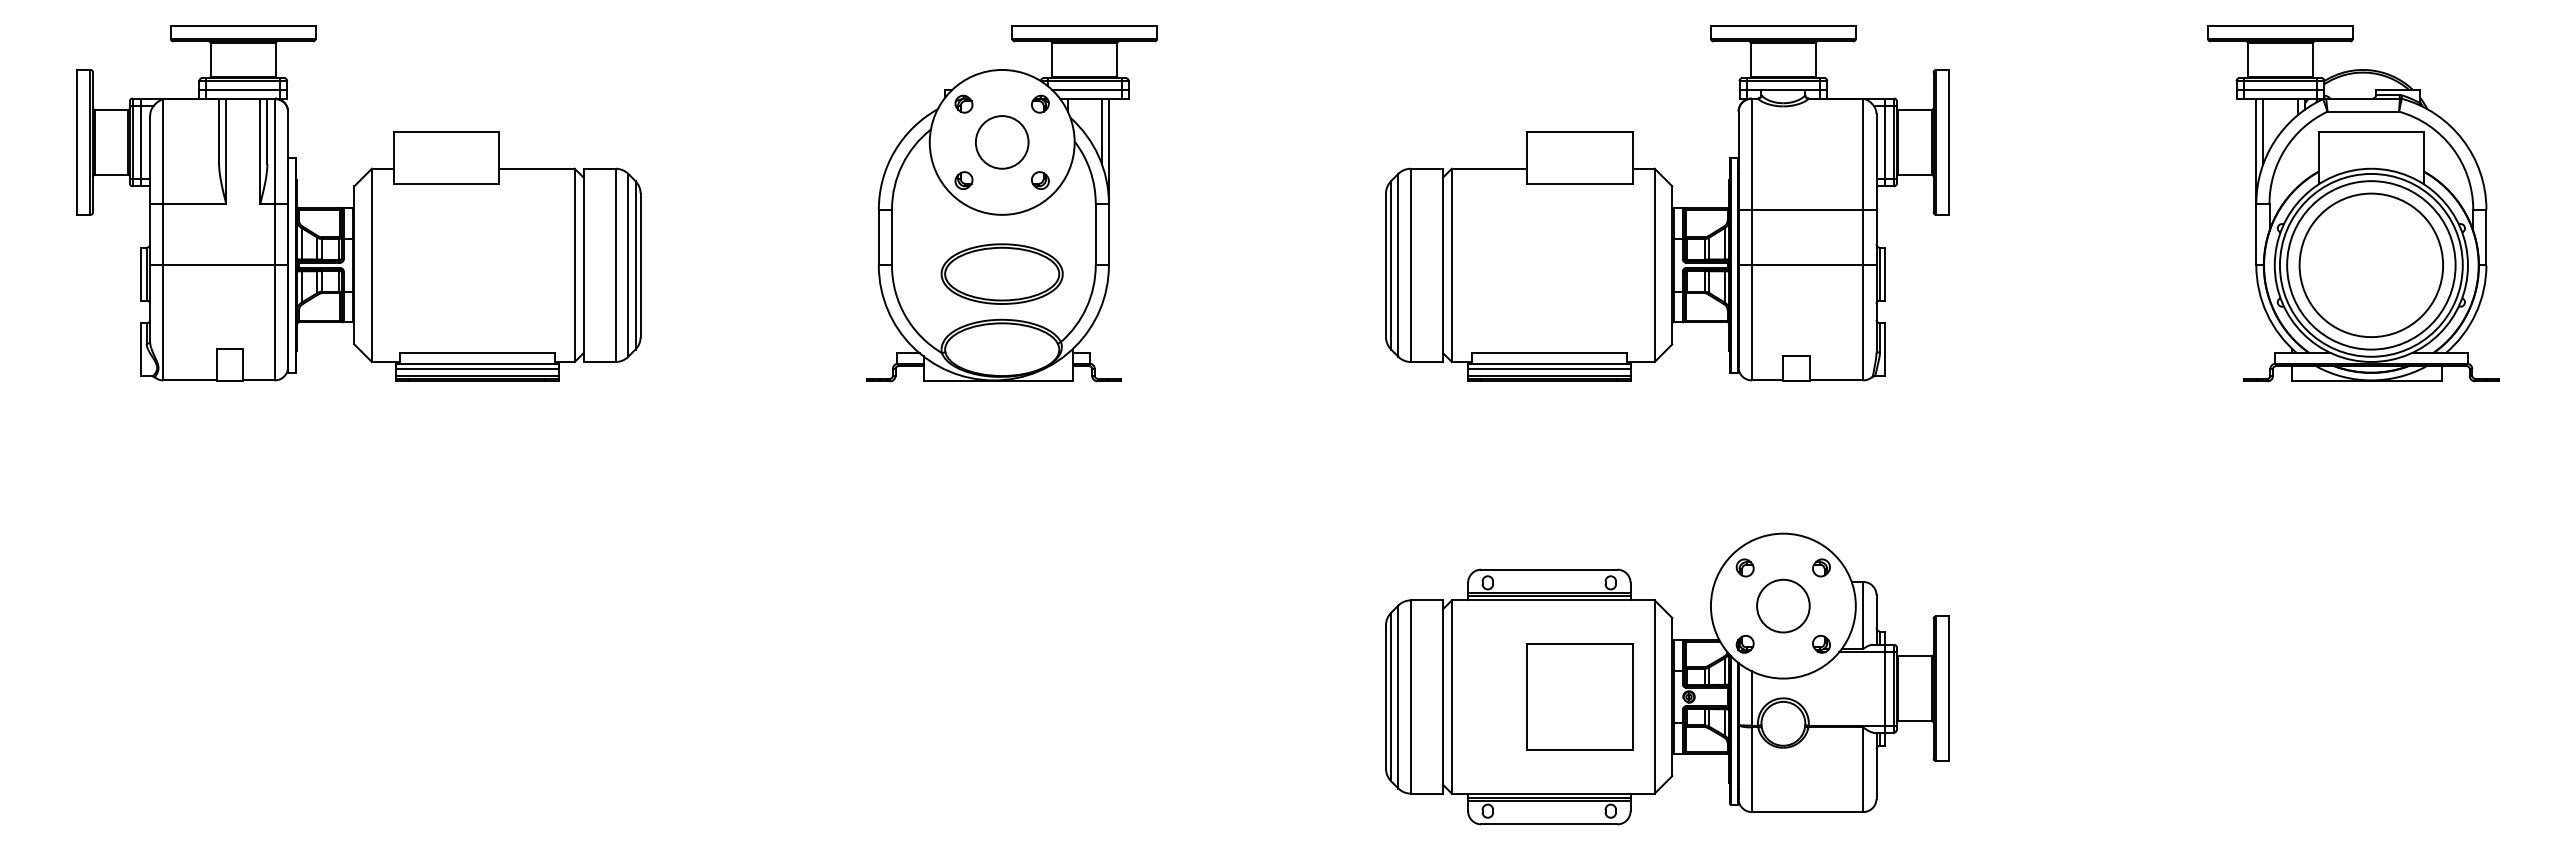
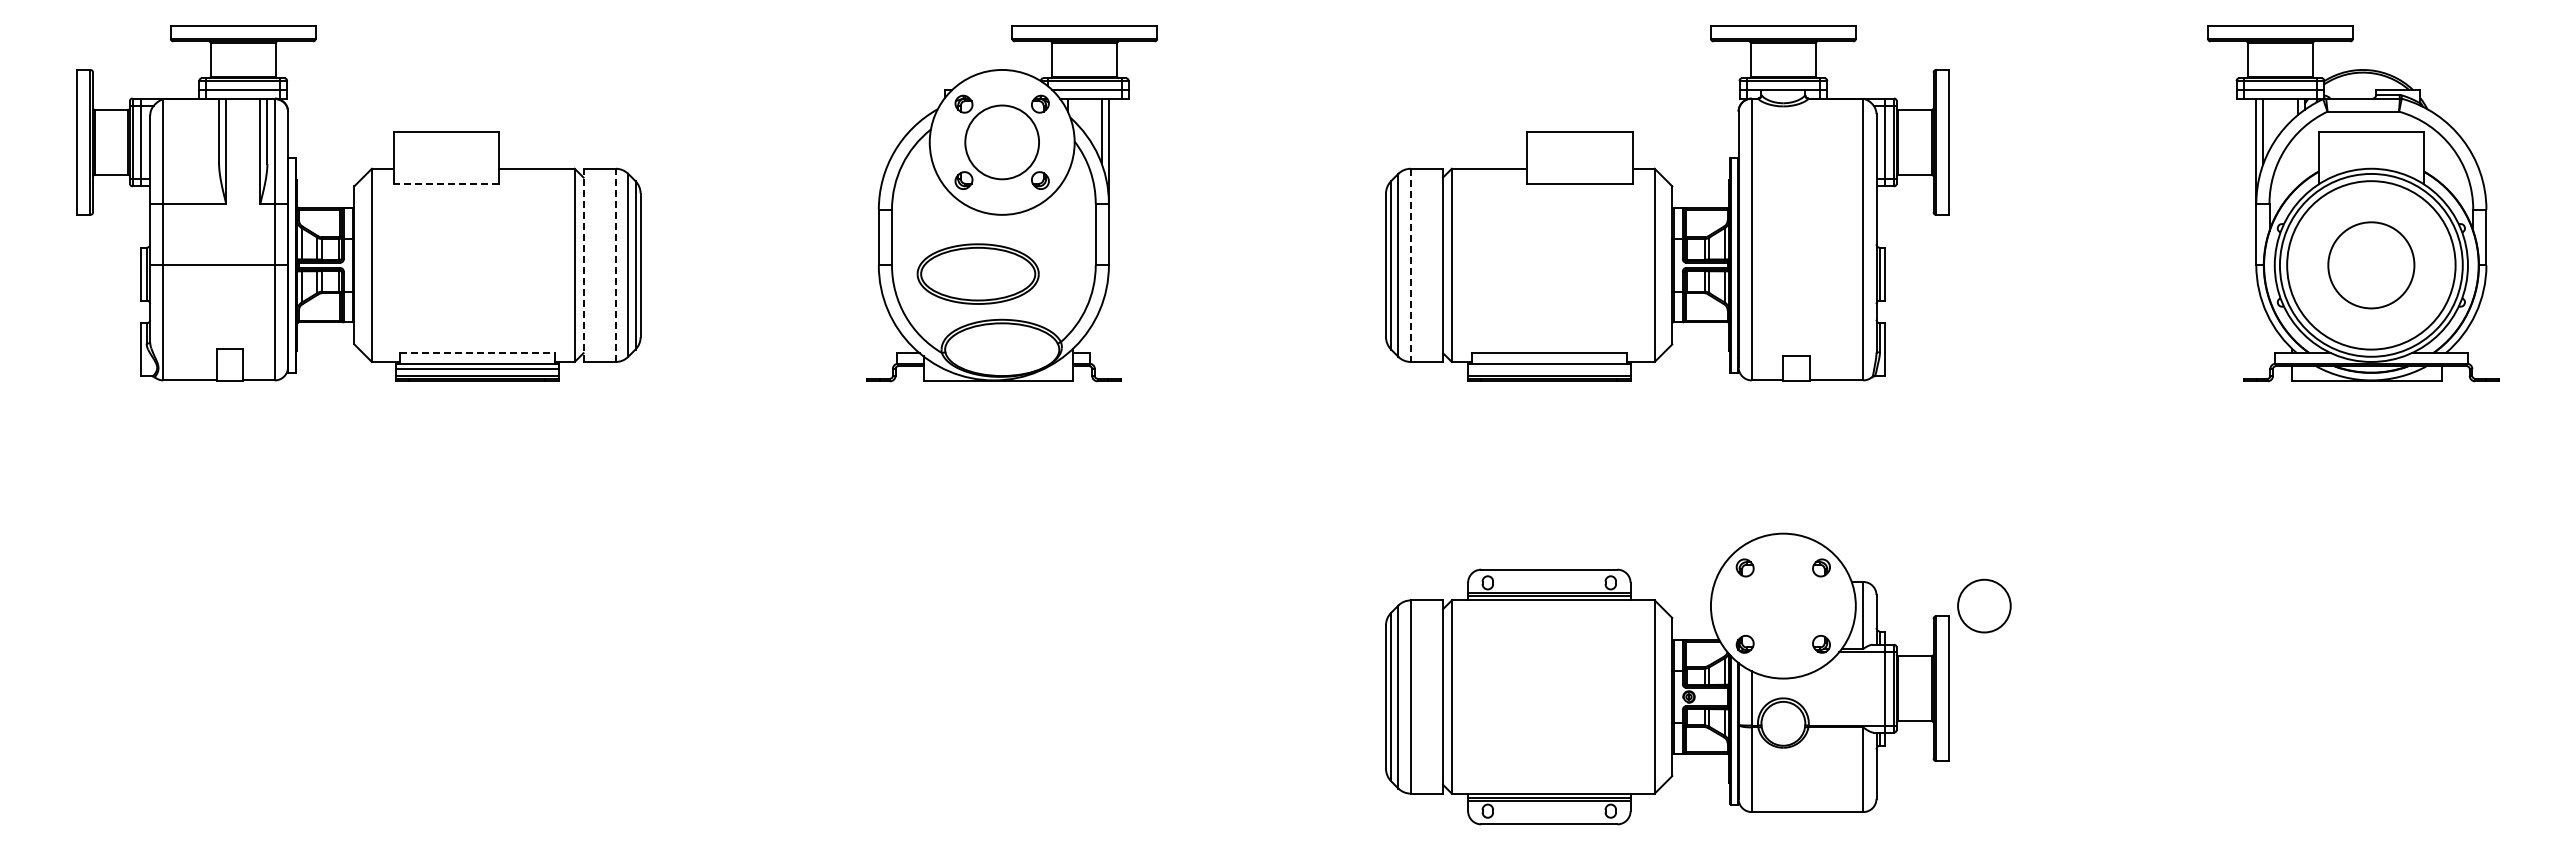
circle at (1001, 142) diameter: 53 px -> 74 px
line at (446, 184): solid -> dashed
line at (1807, 209): present -> none
line at (583, 265): solid -> dashed
line at (615, 265): solid -> dashed
line at (1410, 265): solid -> dashed
line at (1807, 265): present -> none
circle at (2371, 265) diameter: 144 px -> 86 px
part at (1001, 273) position: (1001, 273) -> (977, 273)
line at (477, 353): solid -> dashed
line at (1549, 369): present -> none
circle at (1783, 605) position: (1783, 605) -> (1984, 605)
part at (1579, 696): present -> none
